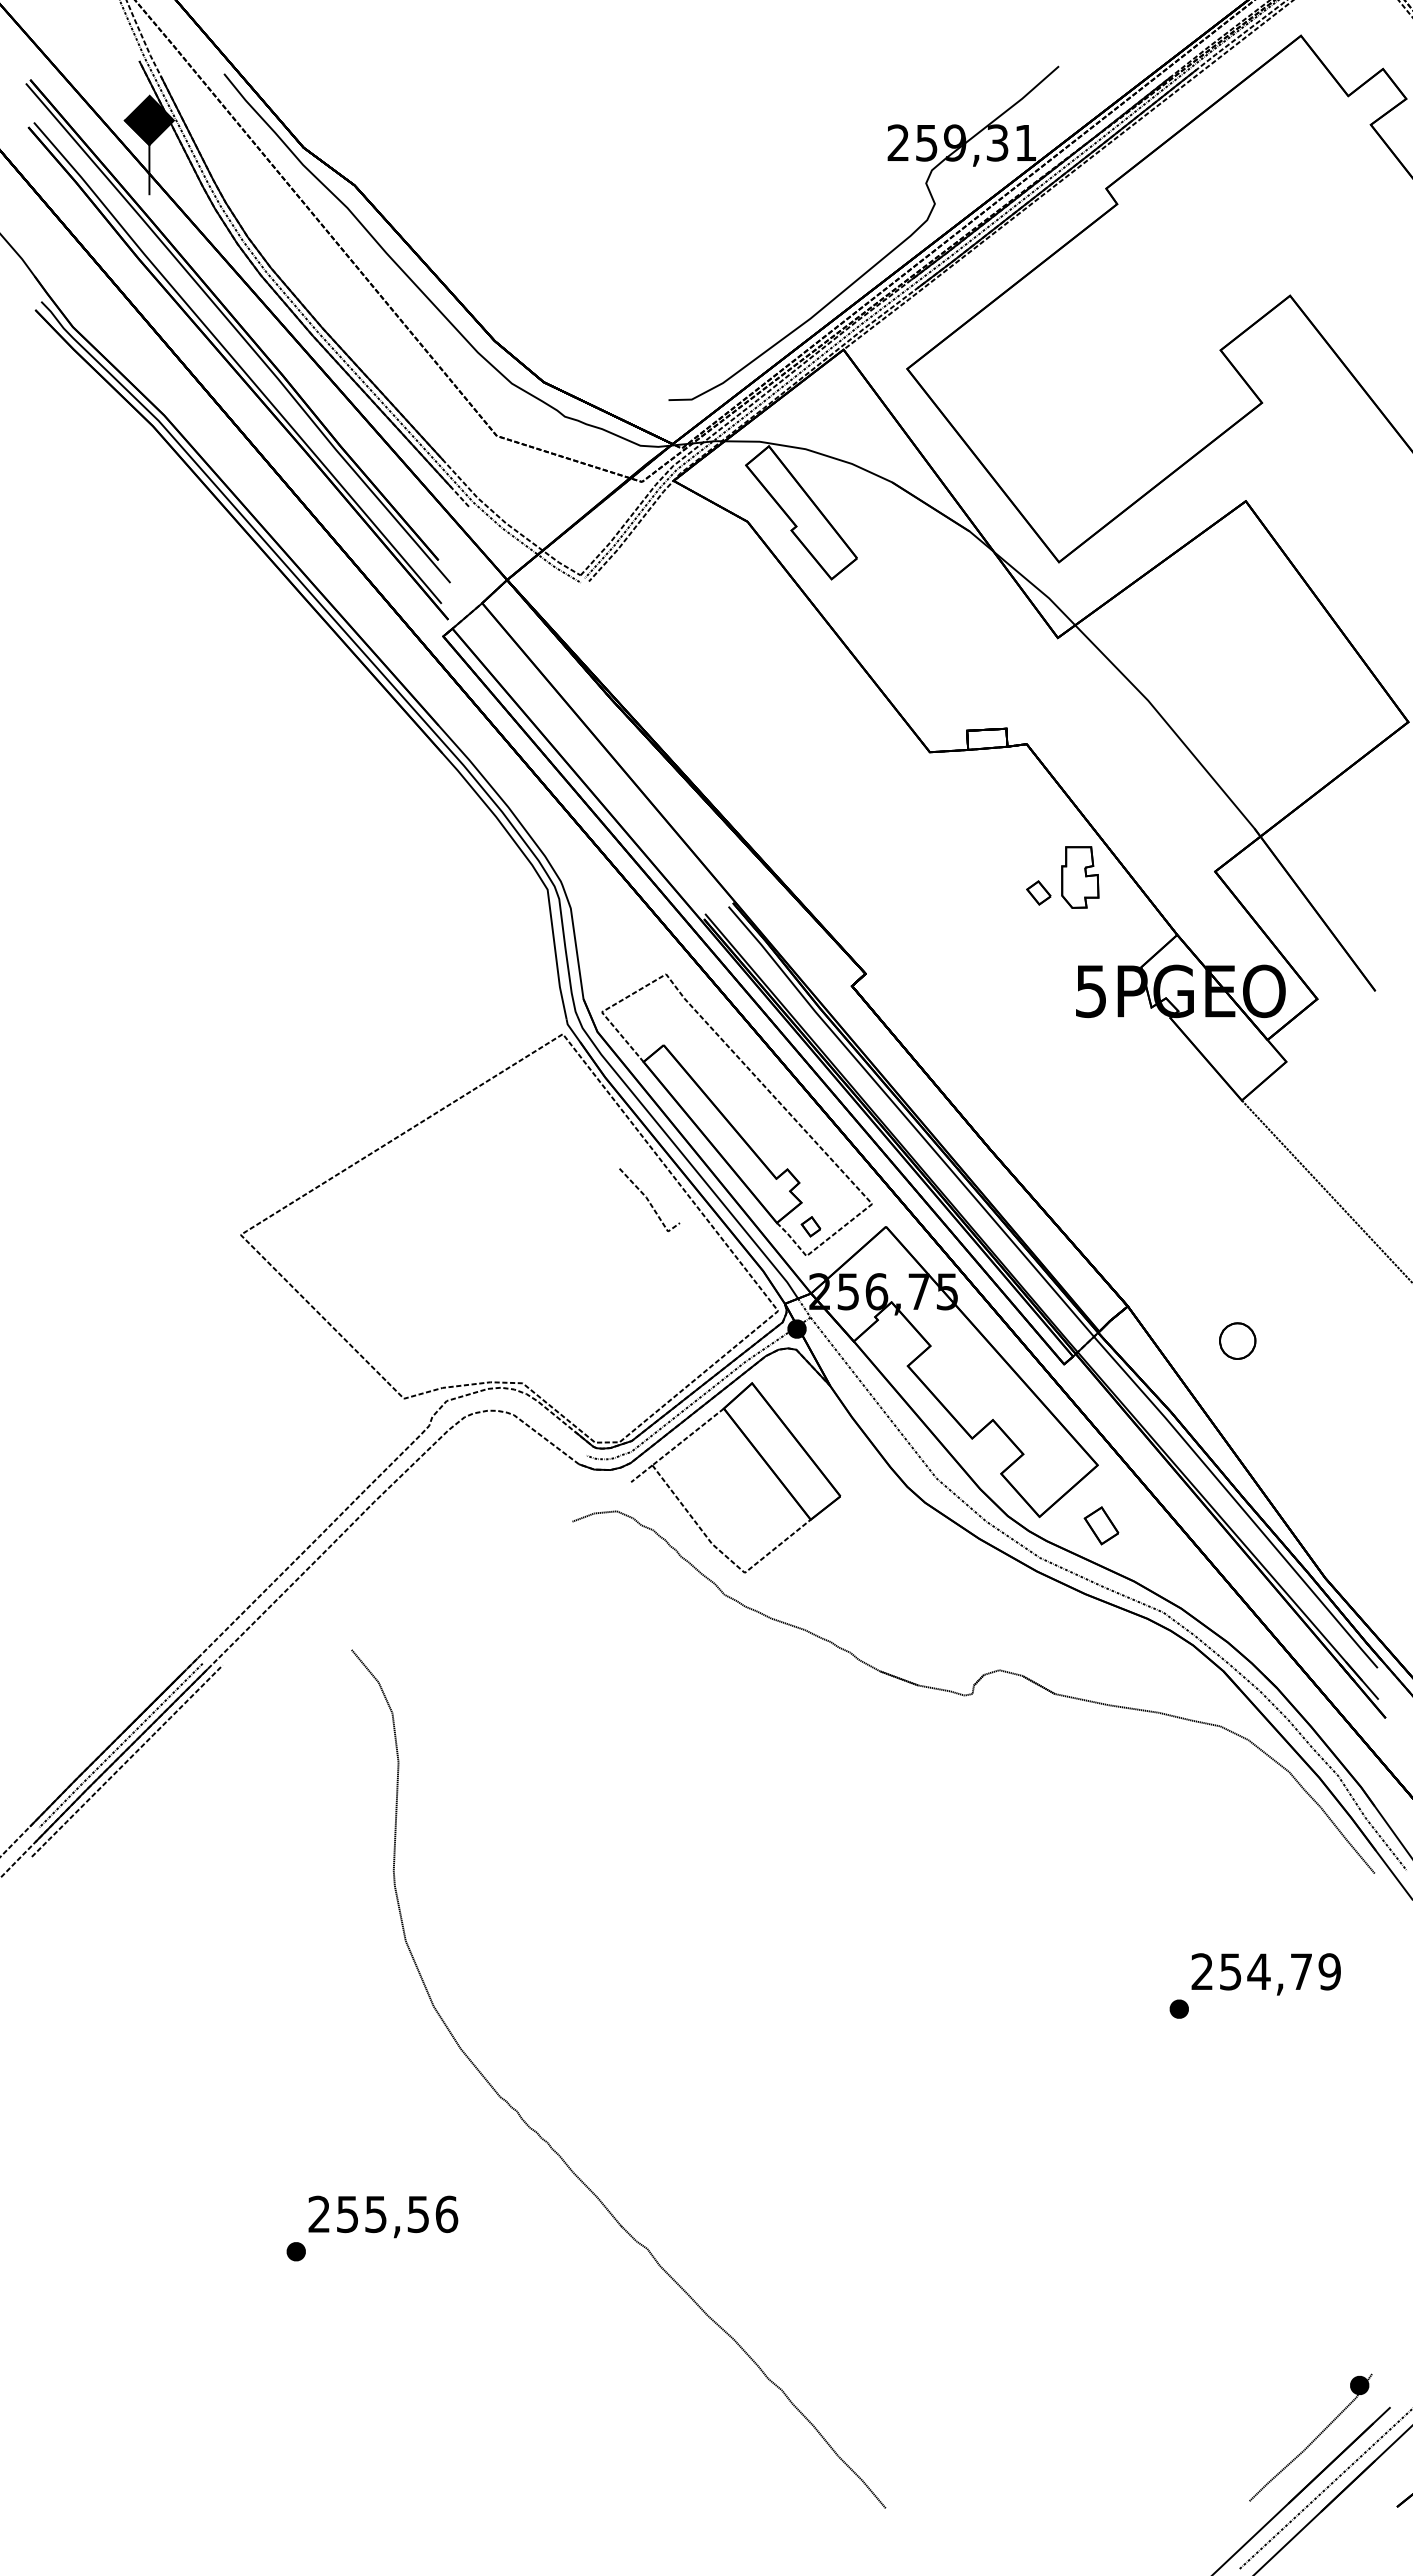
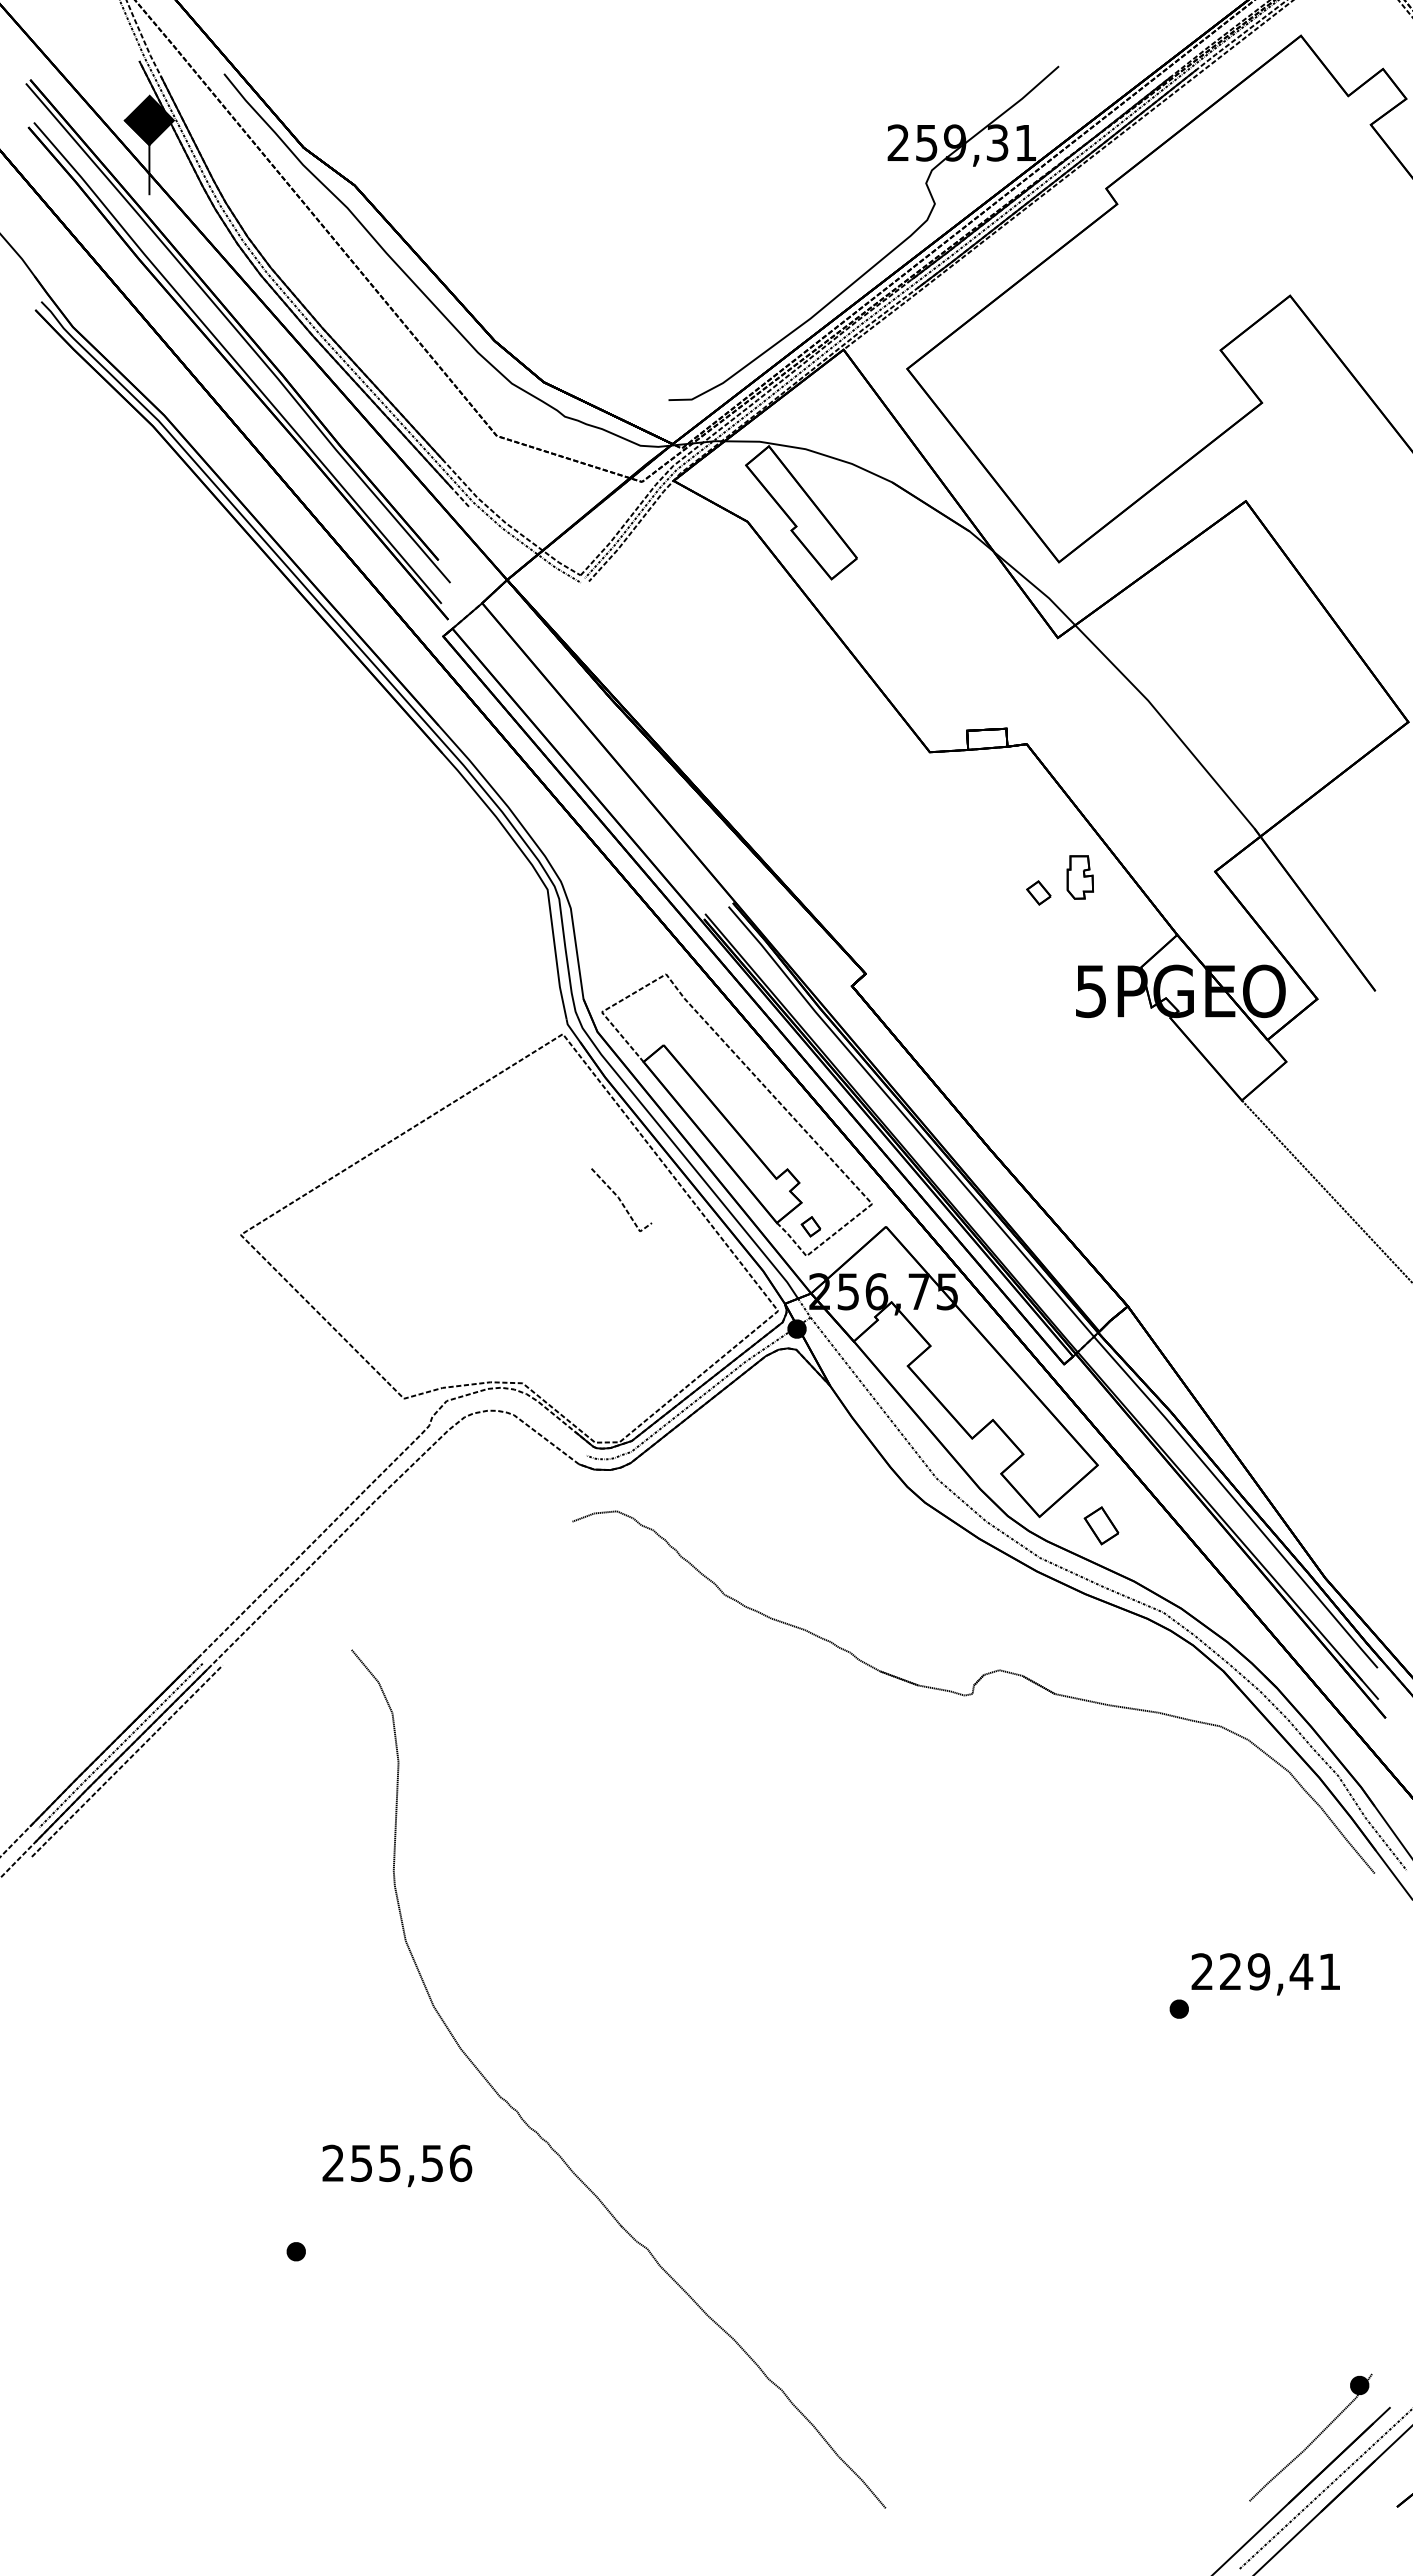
part at (1080, 877) size: 39x63 px -> 28x45 px
line at (649, 1200) position: (649, 1200) -> (621, 1200)
part at (1237, 1340): present -> none
part at (760, 1457): present -> none
text at (1280, 1971): 254,79 -> 229,41
text at (383, 2216) position: (383, 2216) -> (397, 2165)
